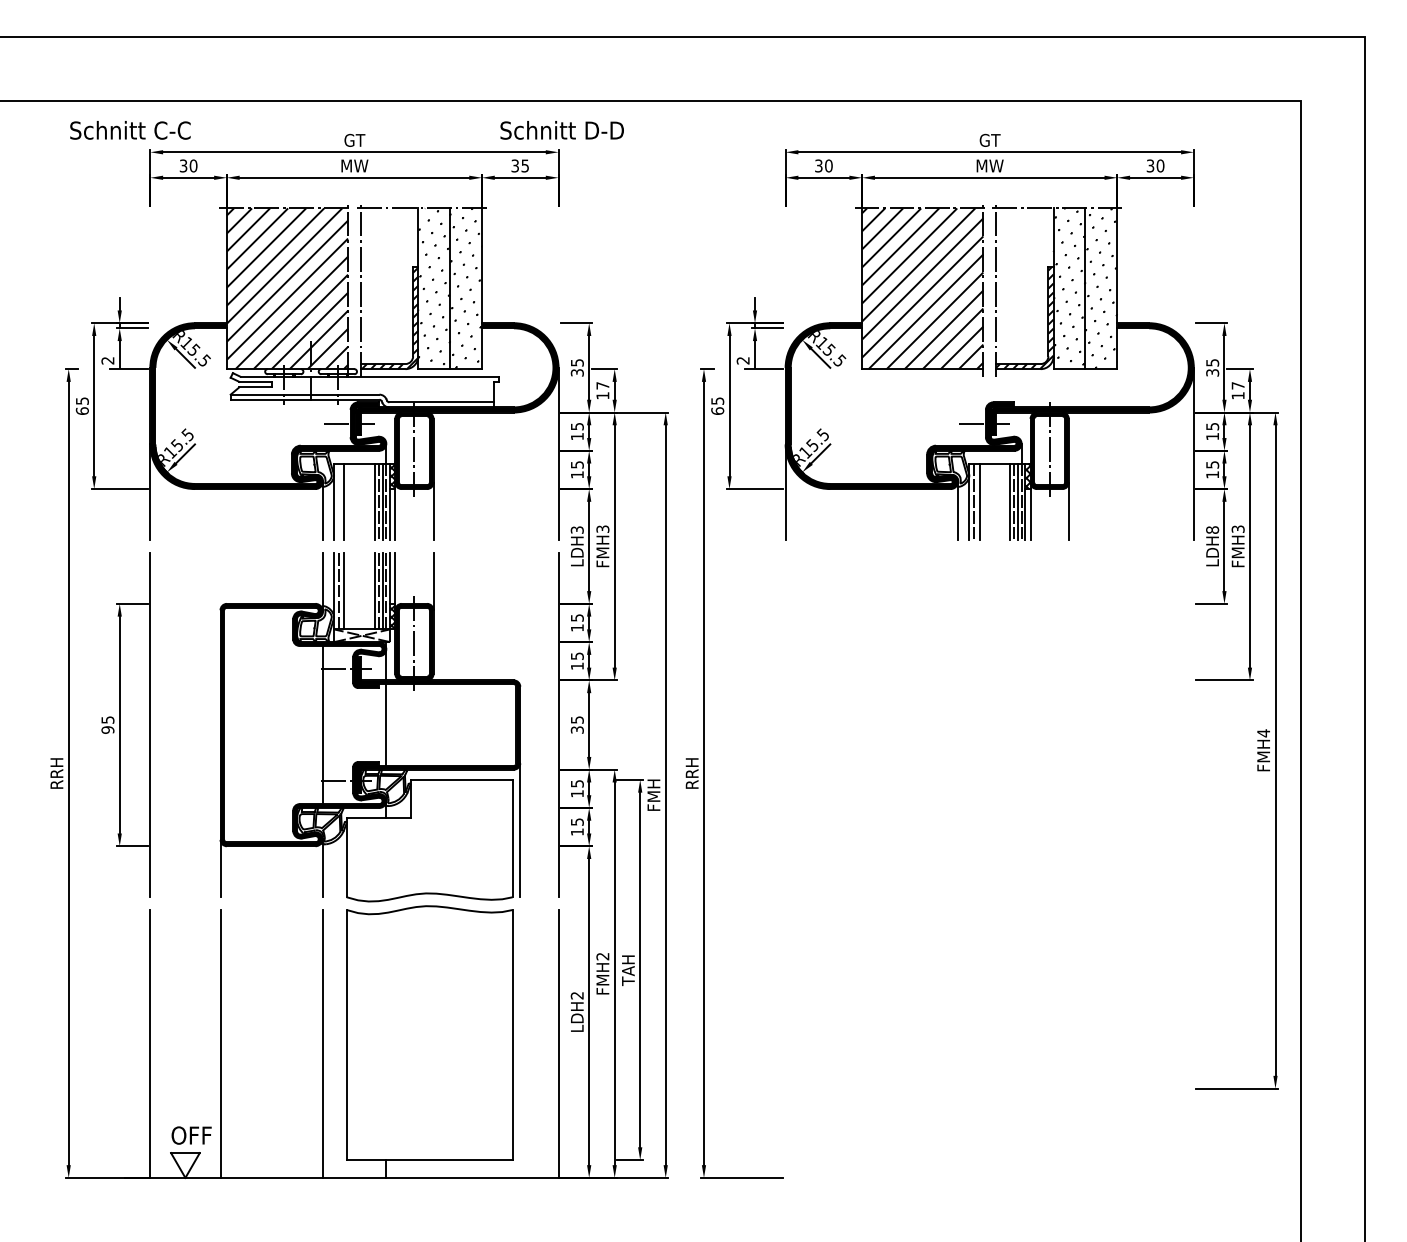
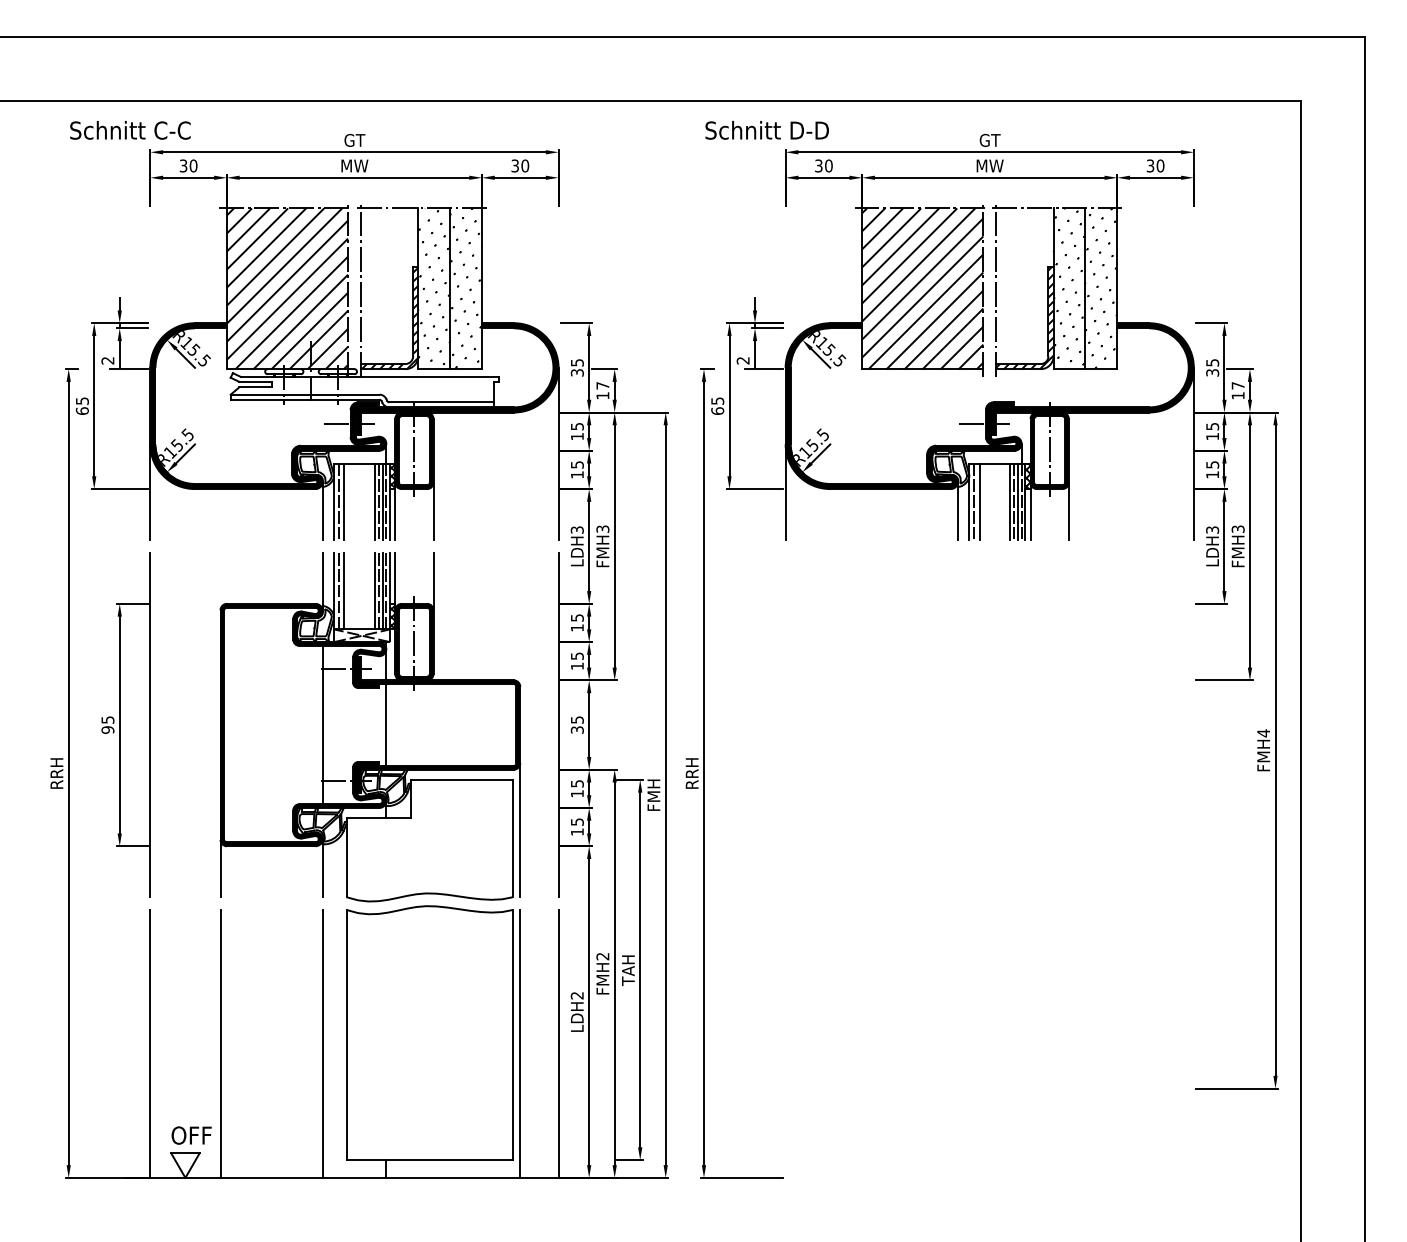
text at (561, 130) position: (561, 130) -> (766, 130)
text at (525, 165): 35 -> 30
line at (339, 501): none -> present
text at (1212, 529): LDH8 -> LDH3
line at (520, 1043): none -> present
